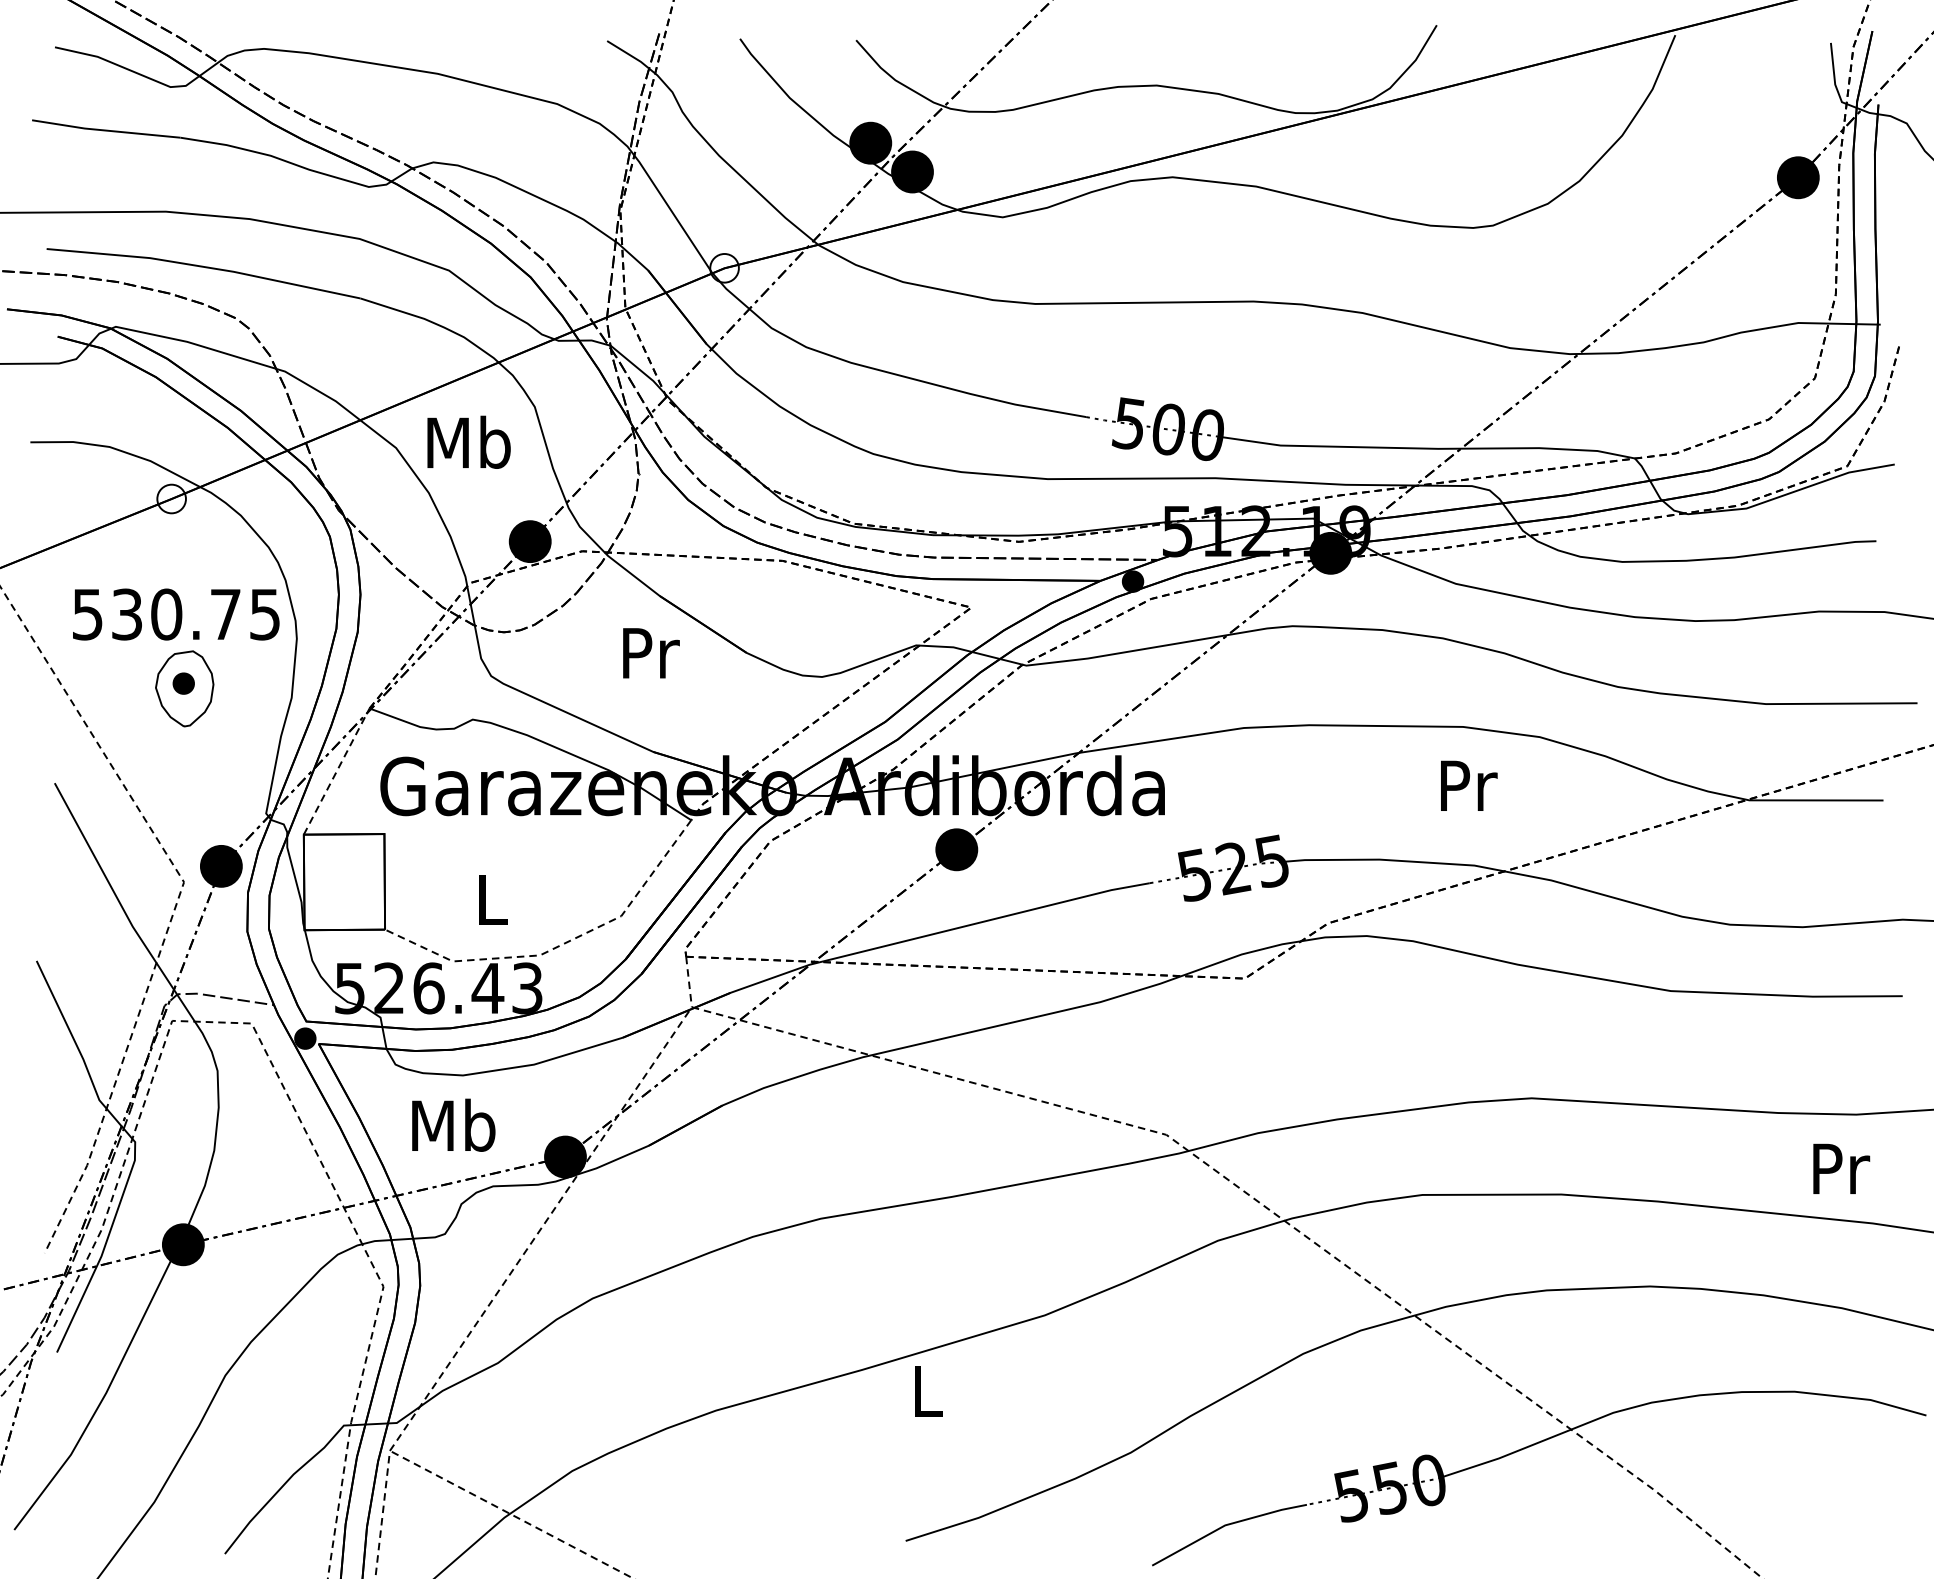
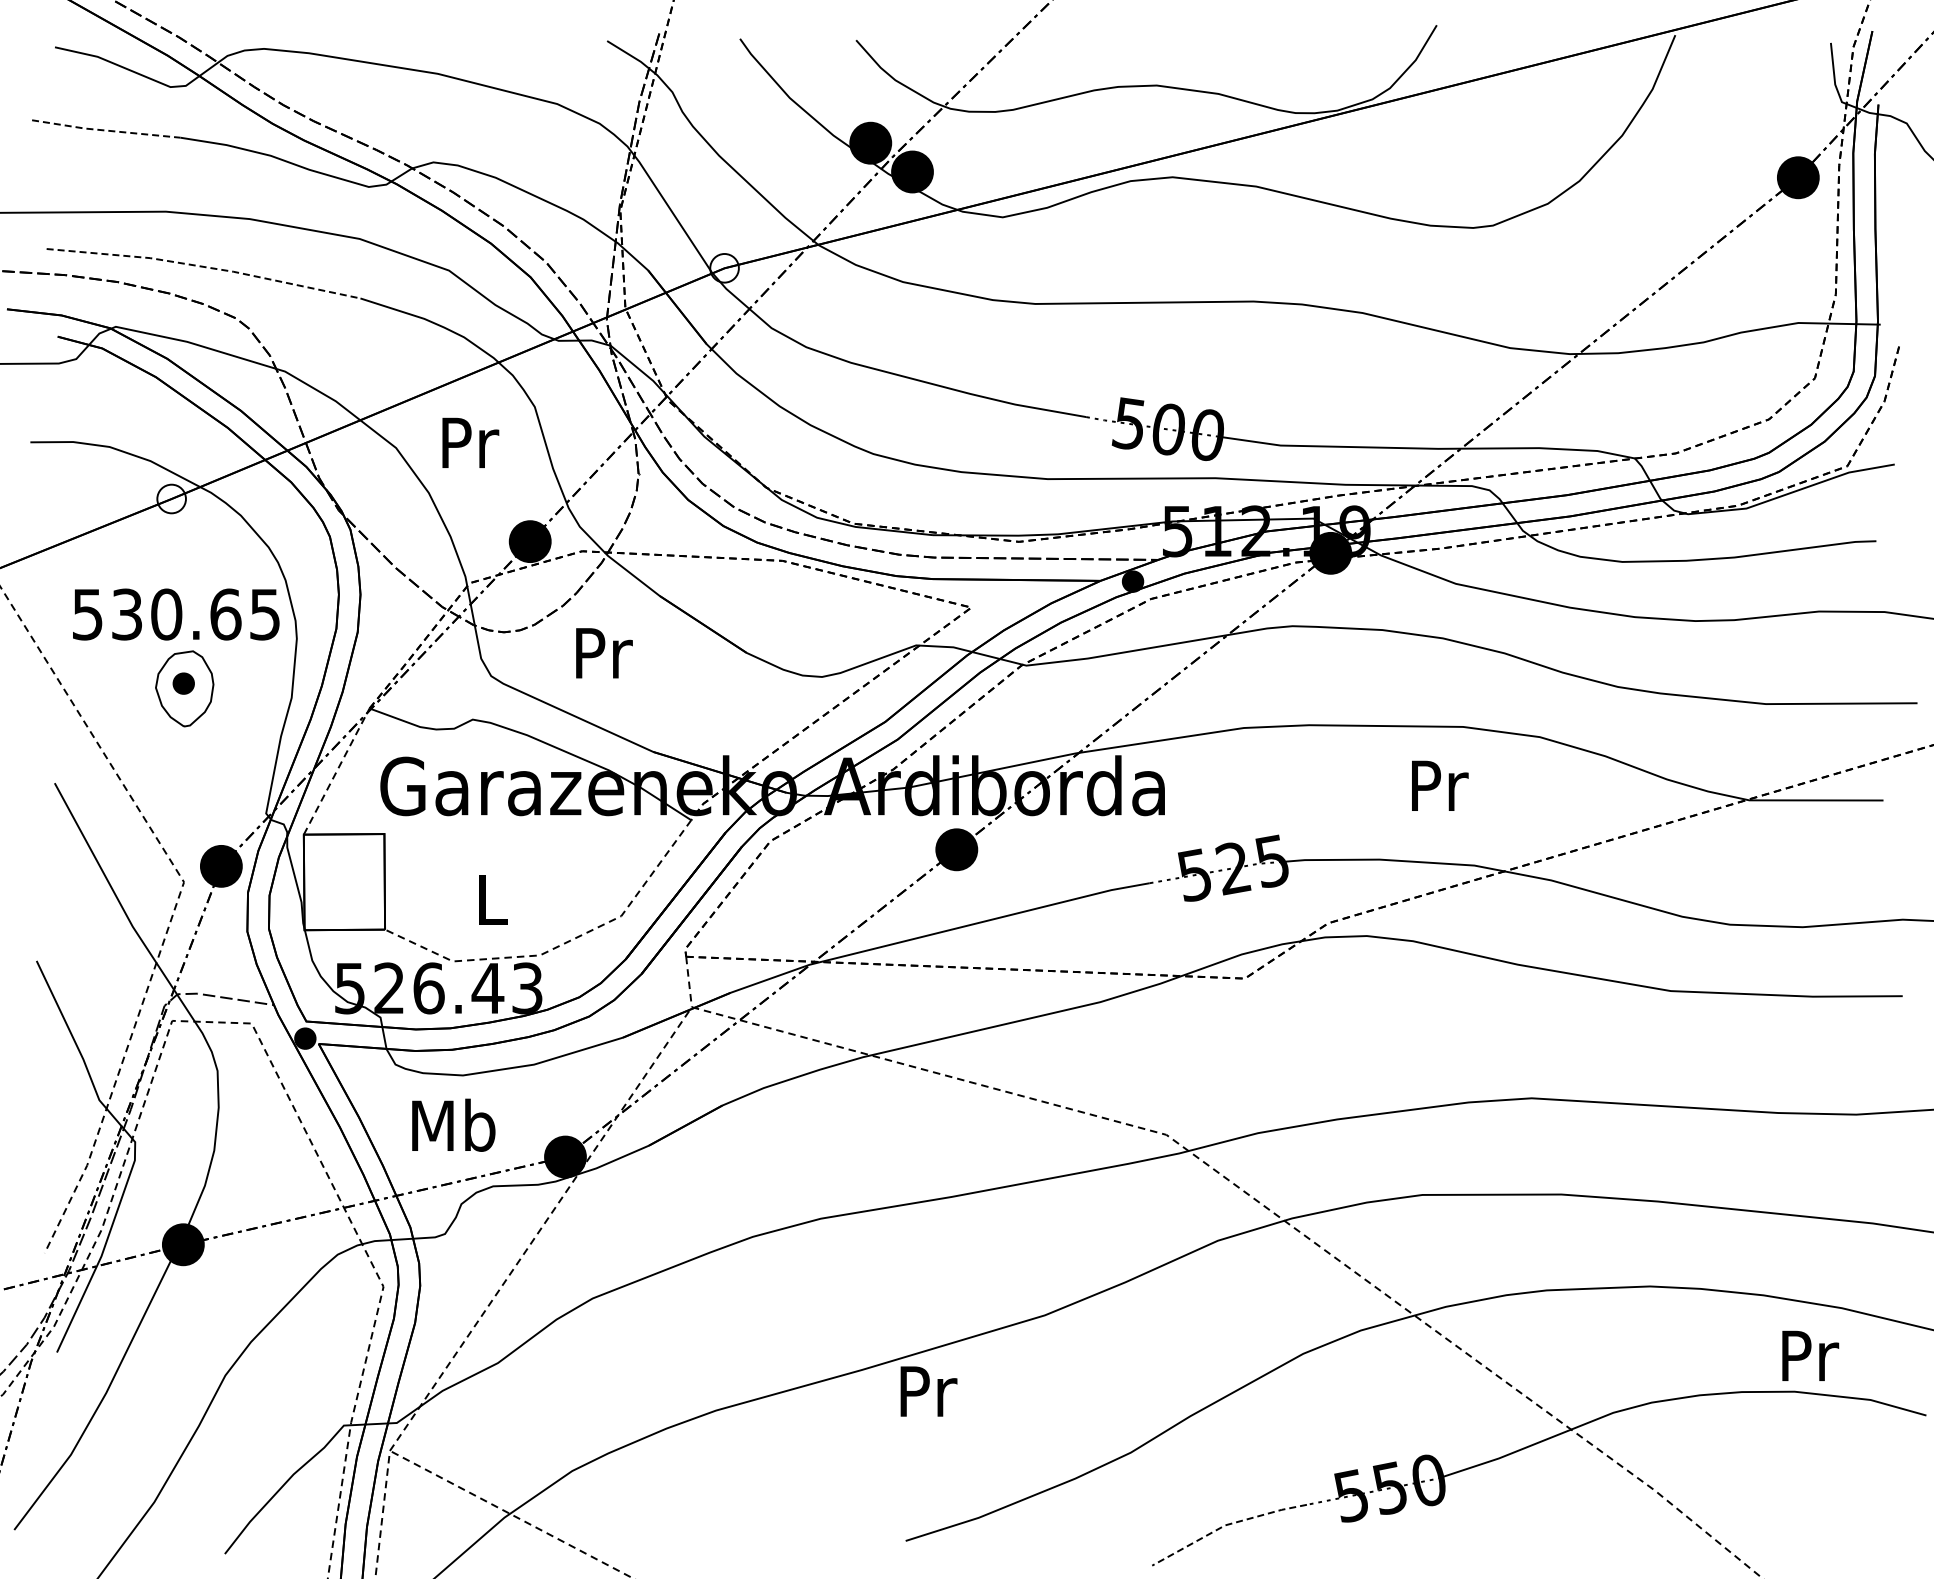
line at (105, 130): solid -> dashed
line at (205, 267): solid -> dashed
text at (468, 441): Mb -> Pr
text at (225, 614): 530.75 -> 530.65
text at (651, 653) position: (651, 653) -> (604, 653)
text at (1469, 785) position: (1469, 785) -> (1440, 785)
text at (1841, 1168) position: (1841, 1168) -> (1810, 1355)
text at (928, 1391): L -> Pr
line at (1225, 1525): solid -> dashed
